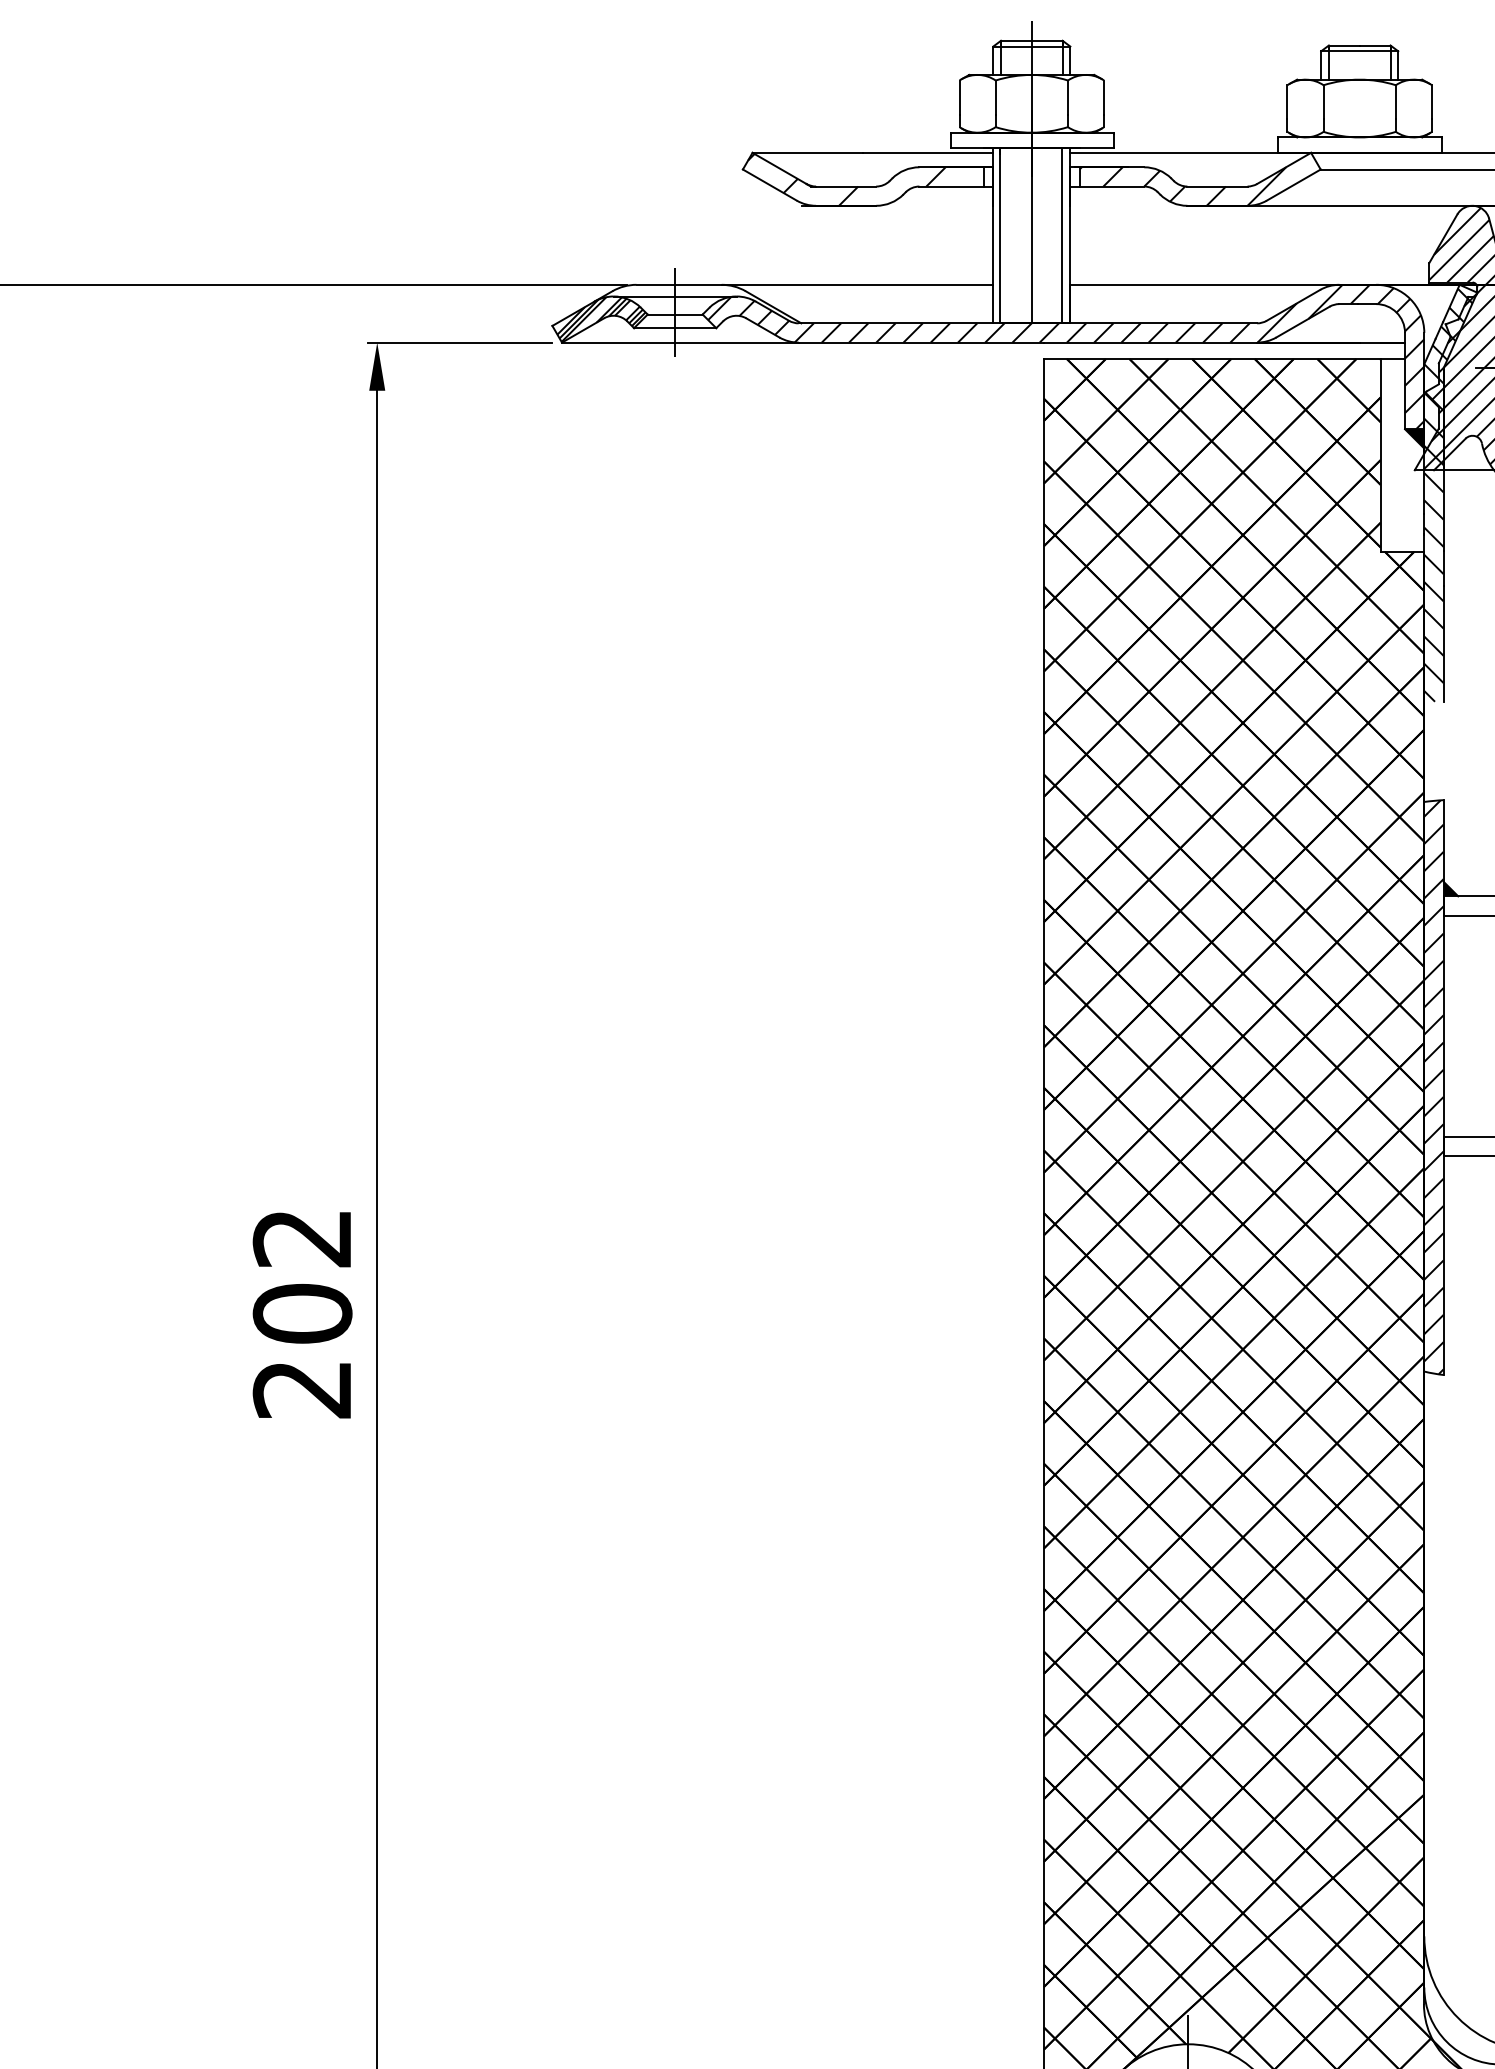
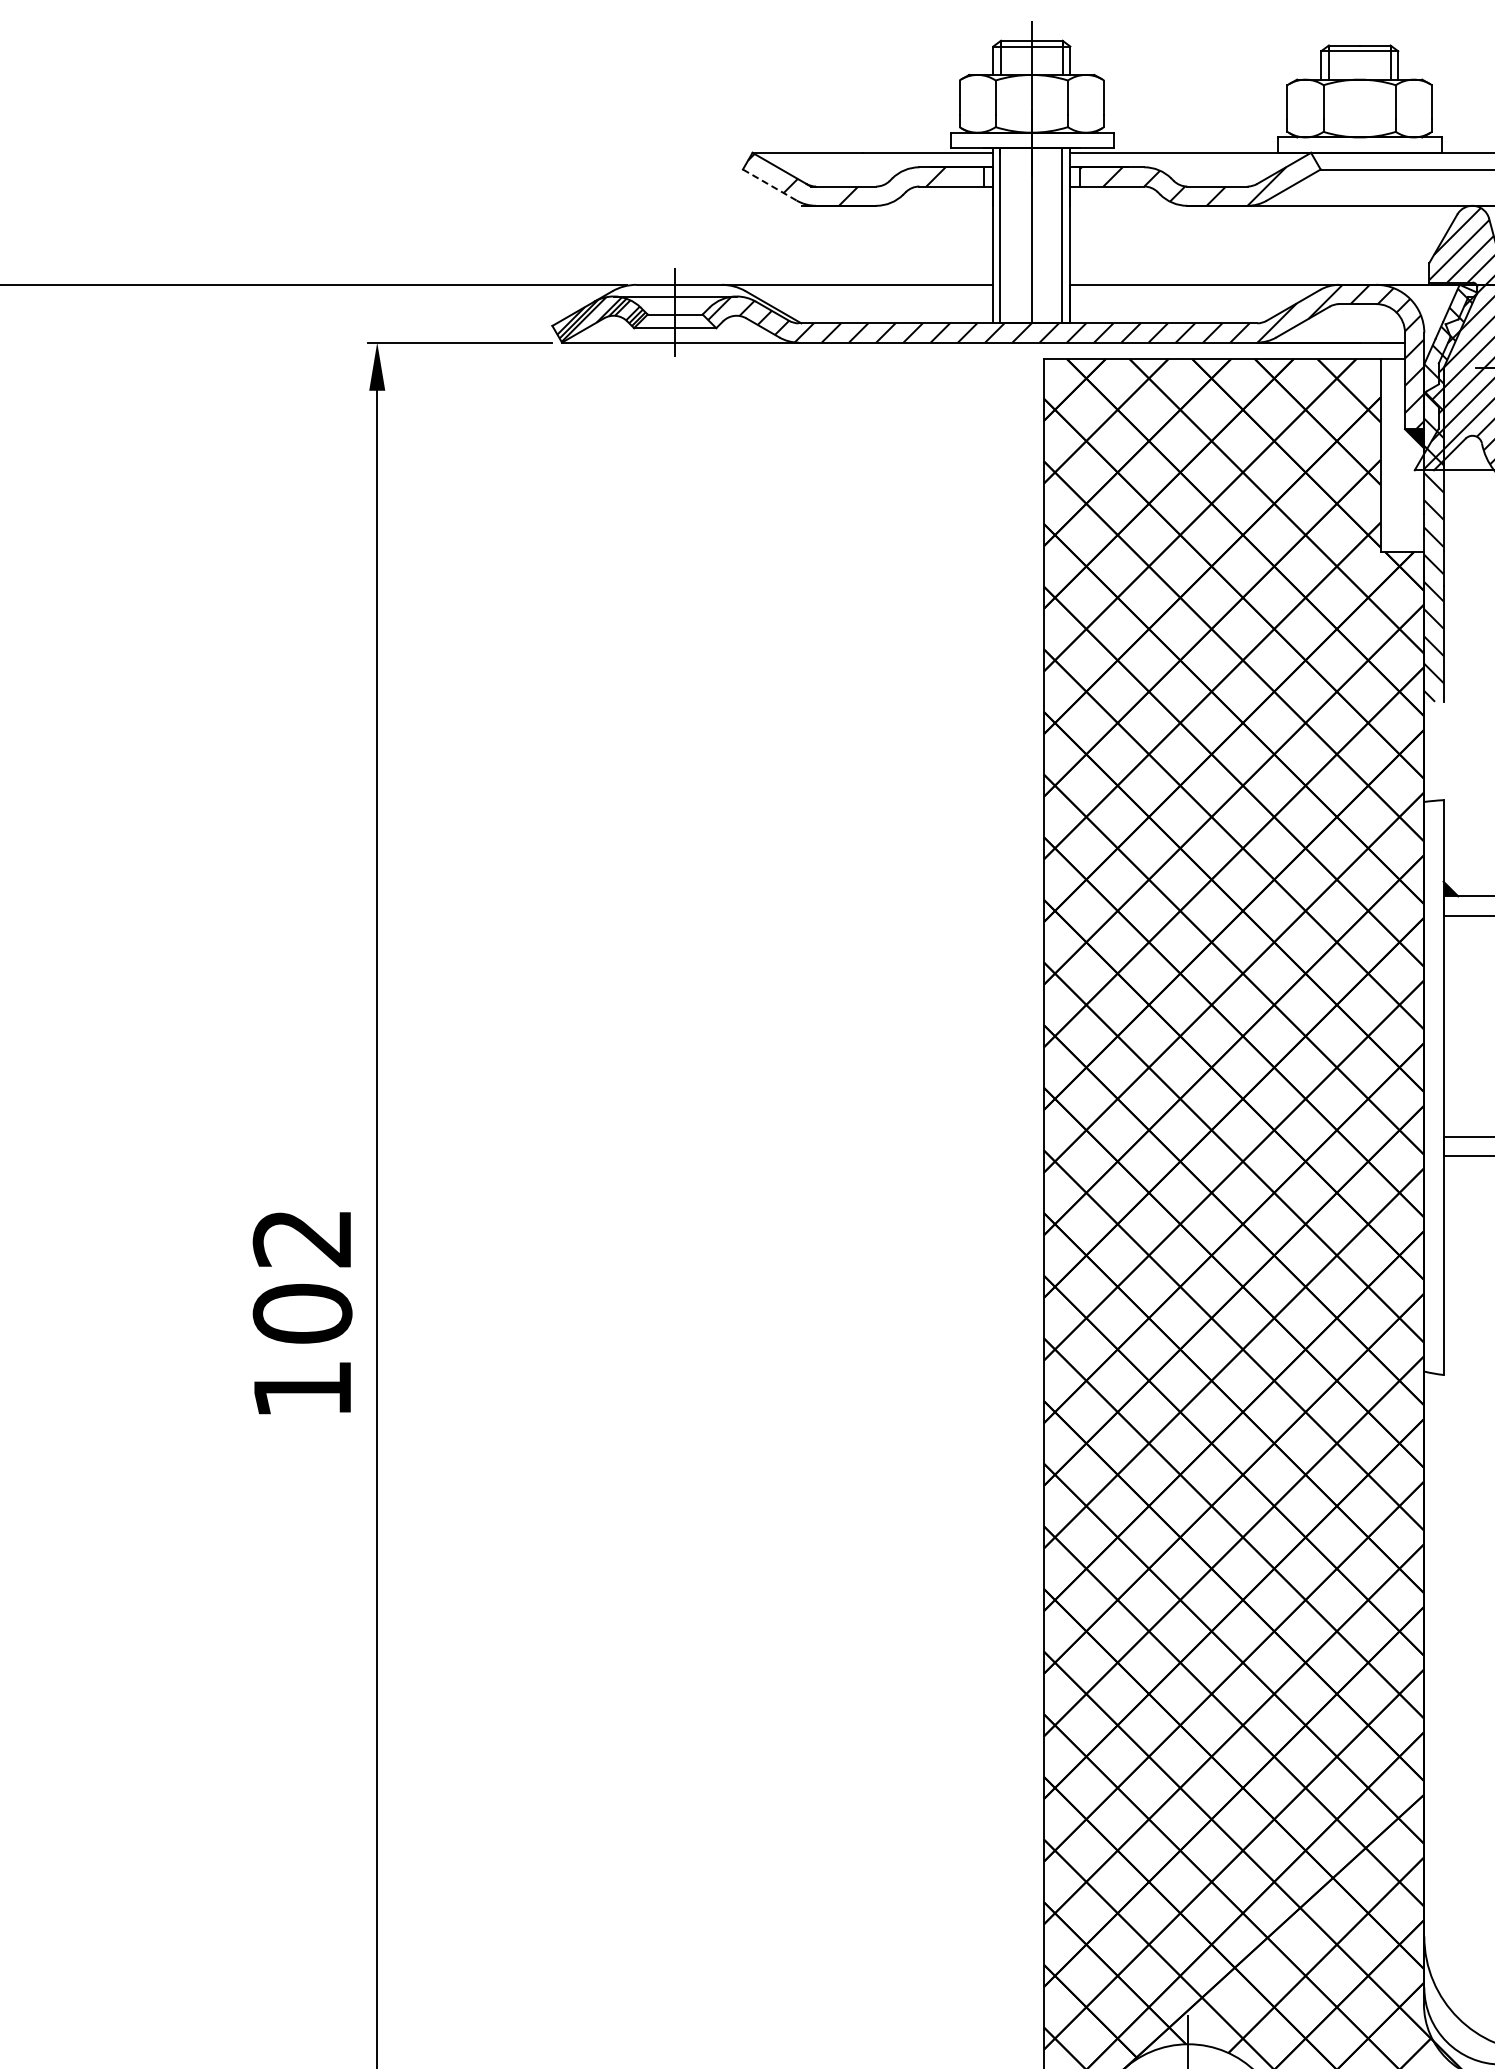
line at (770, 185): solid -> dashed
hatch at (1433, 1087): present -> none
text at (301, 1390): 202 -> 102
